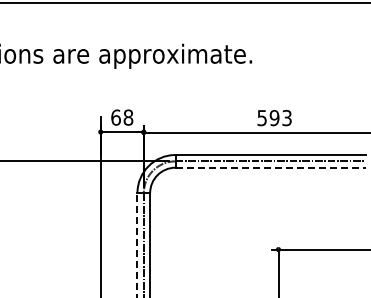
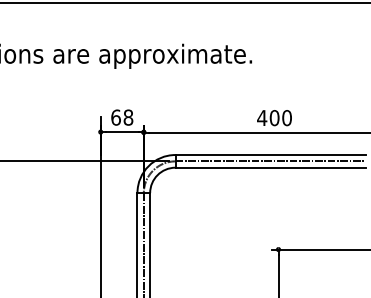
text at (274, 118): 593 -> 400
line at (271, 167): dashed -> solid
line at (137, 244): dashed -> solid
